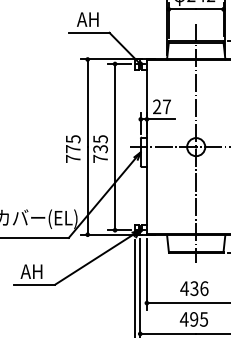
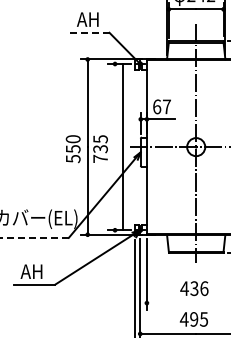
line at (88, 32): solid -> dashed
text at (157, 106): 27 -> 67
line at (115, 146) position: (115, 146) -> (123, 146)
text at (72, 149): 775 -> 550
line at (34, 237): solid -> dashed
line at (187, 303): present -> none
